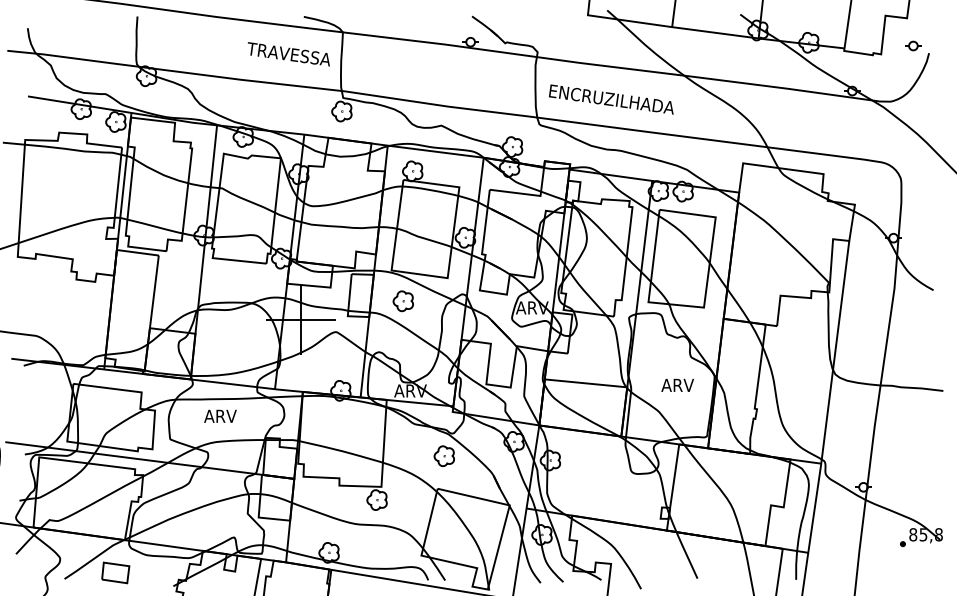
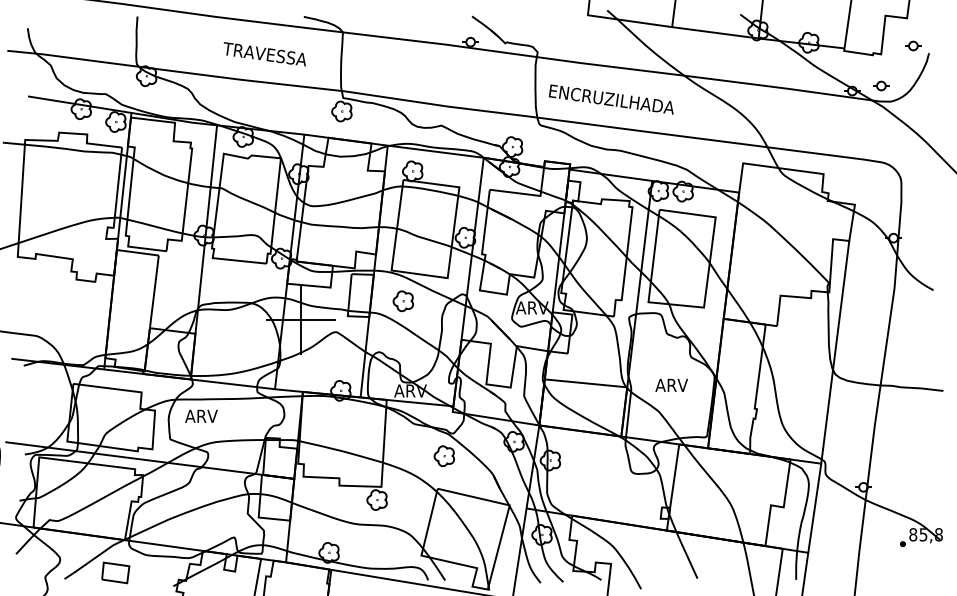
text at (288, 54) position: (288, 54) -> (264, 54)
part at (881, 85): none -> present
text at (677, 384) position: (677, 384) -> (671, 384)
text at (220, 415) position: (220, 415) -> (201, 415)
